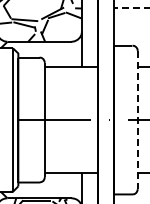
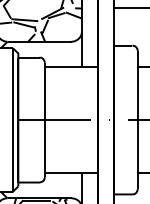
line at (131, 8): dashed -> solid
line at (137, 120): dashed -> solid
